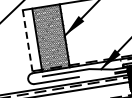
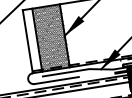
line at (27, 41): dashed -> solid
